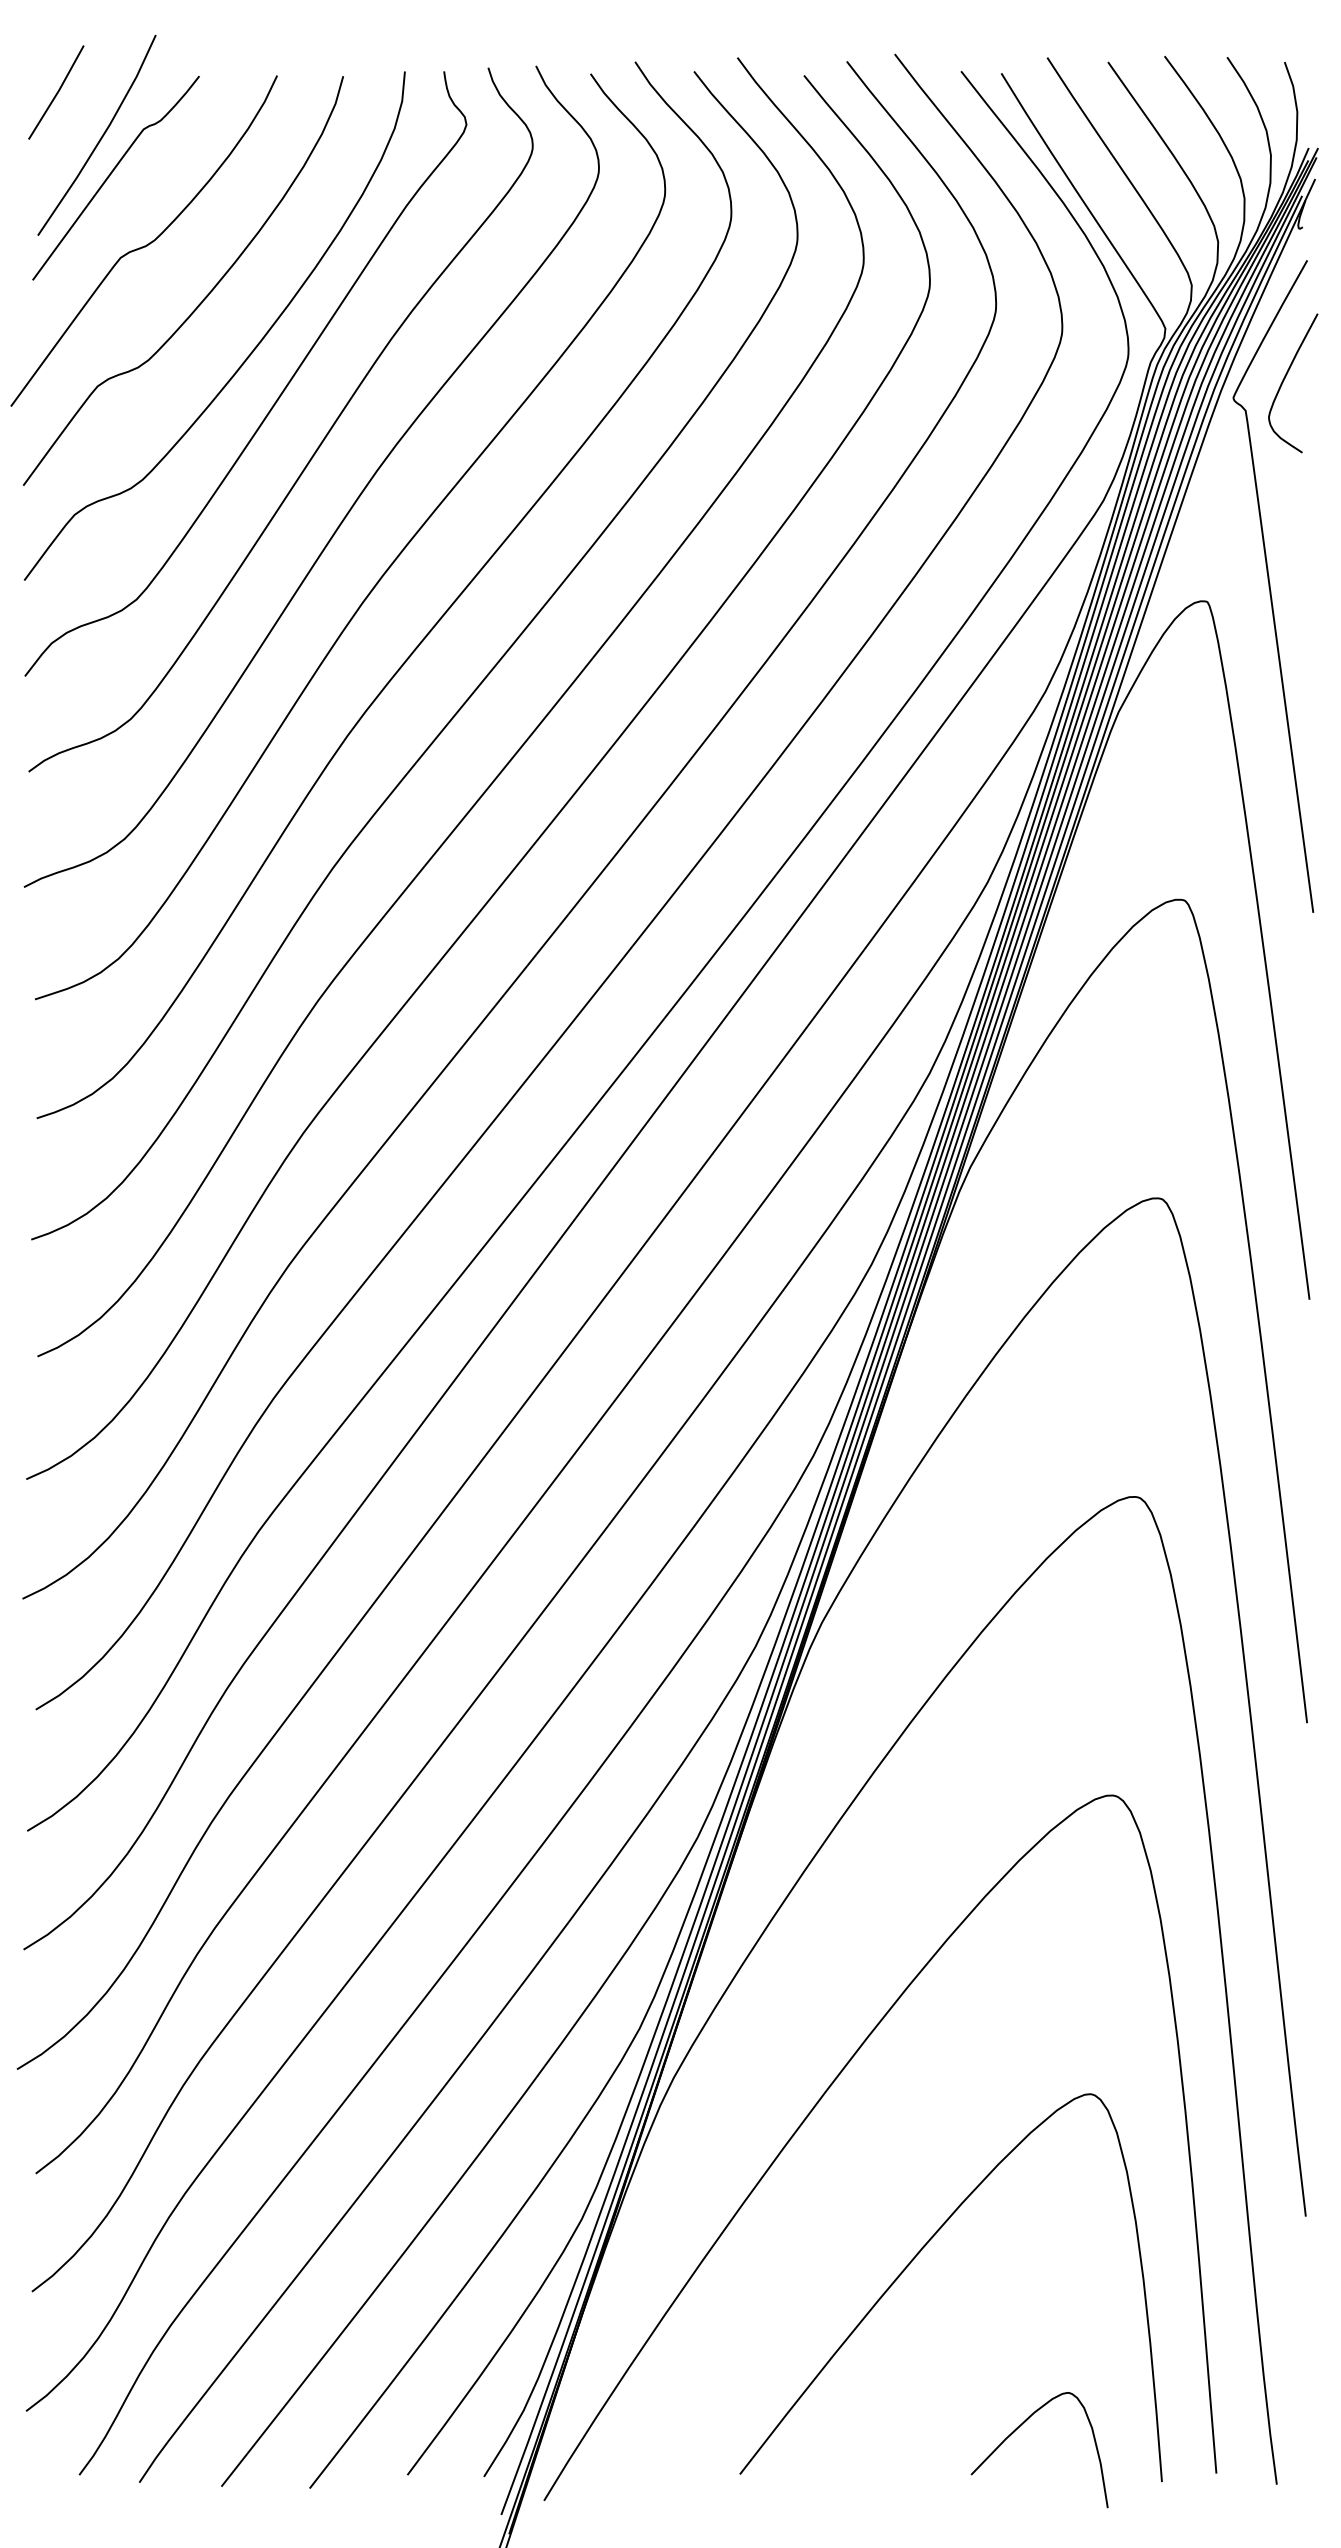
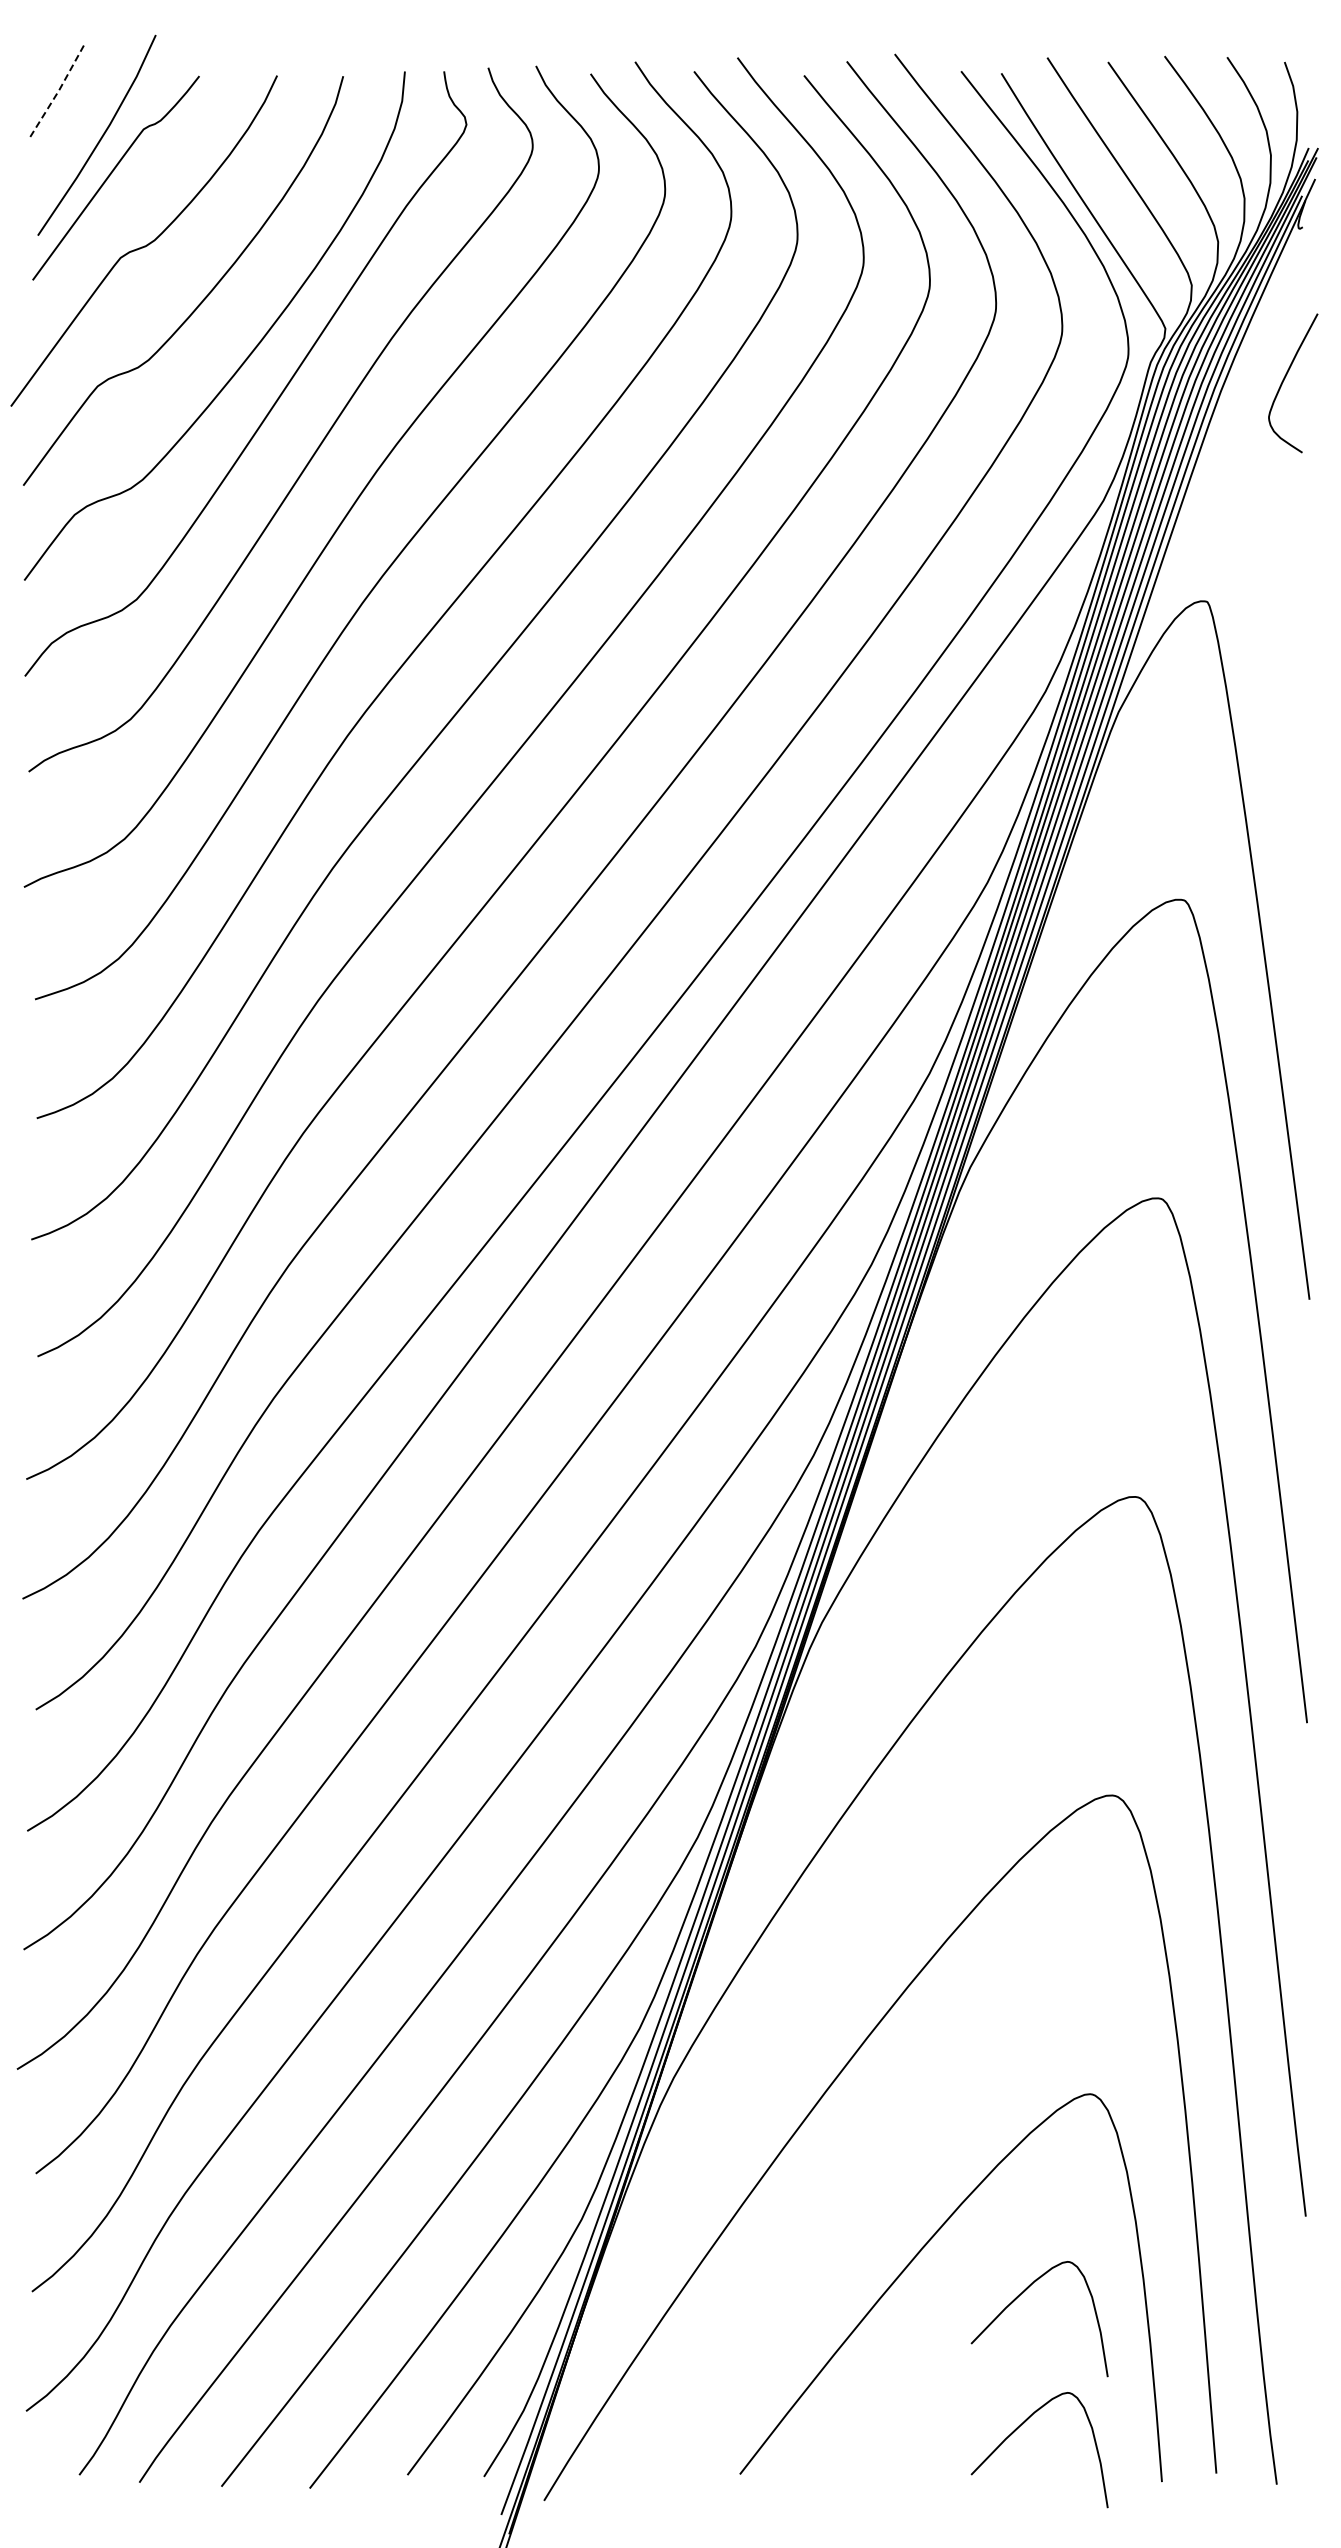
line at (57, 93): solid -> dashed
curve at (1270, 586): present -> none
curve at (1018, 2297): none -> present
